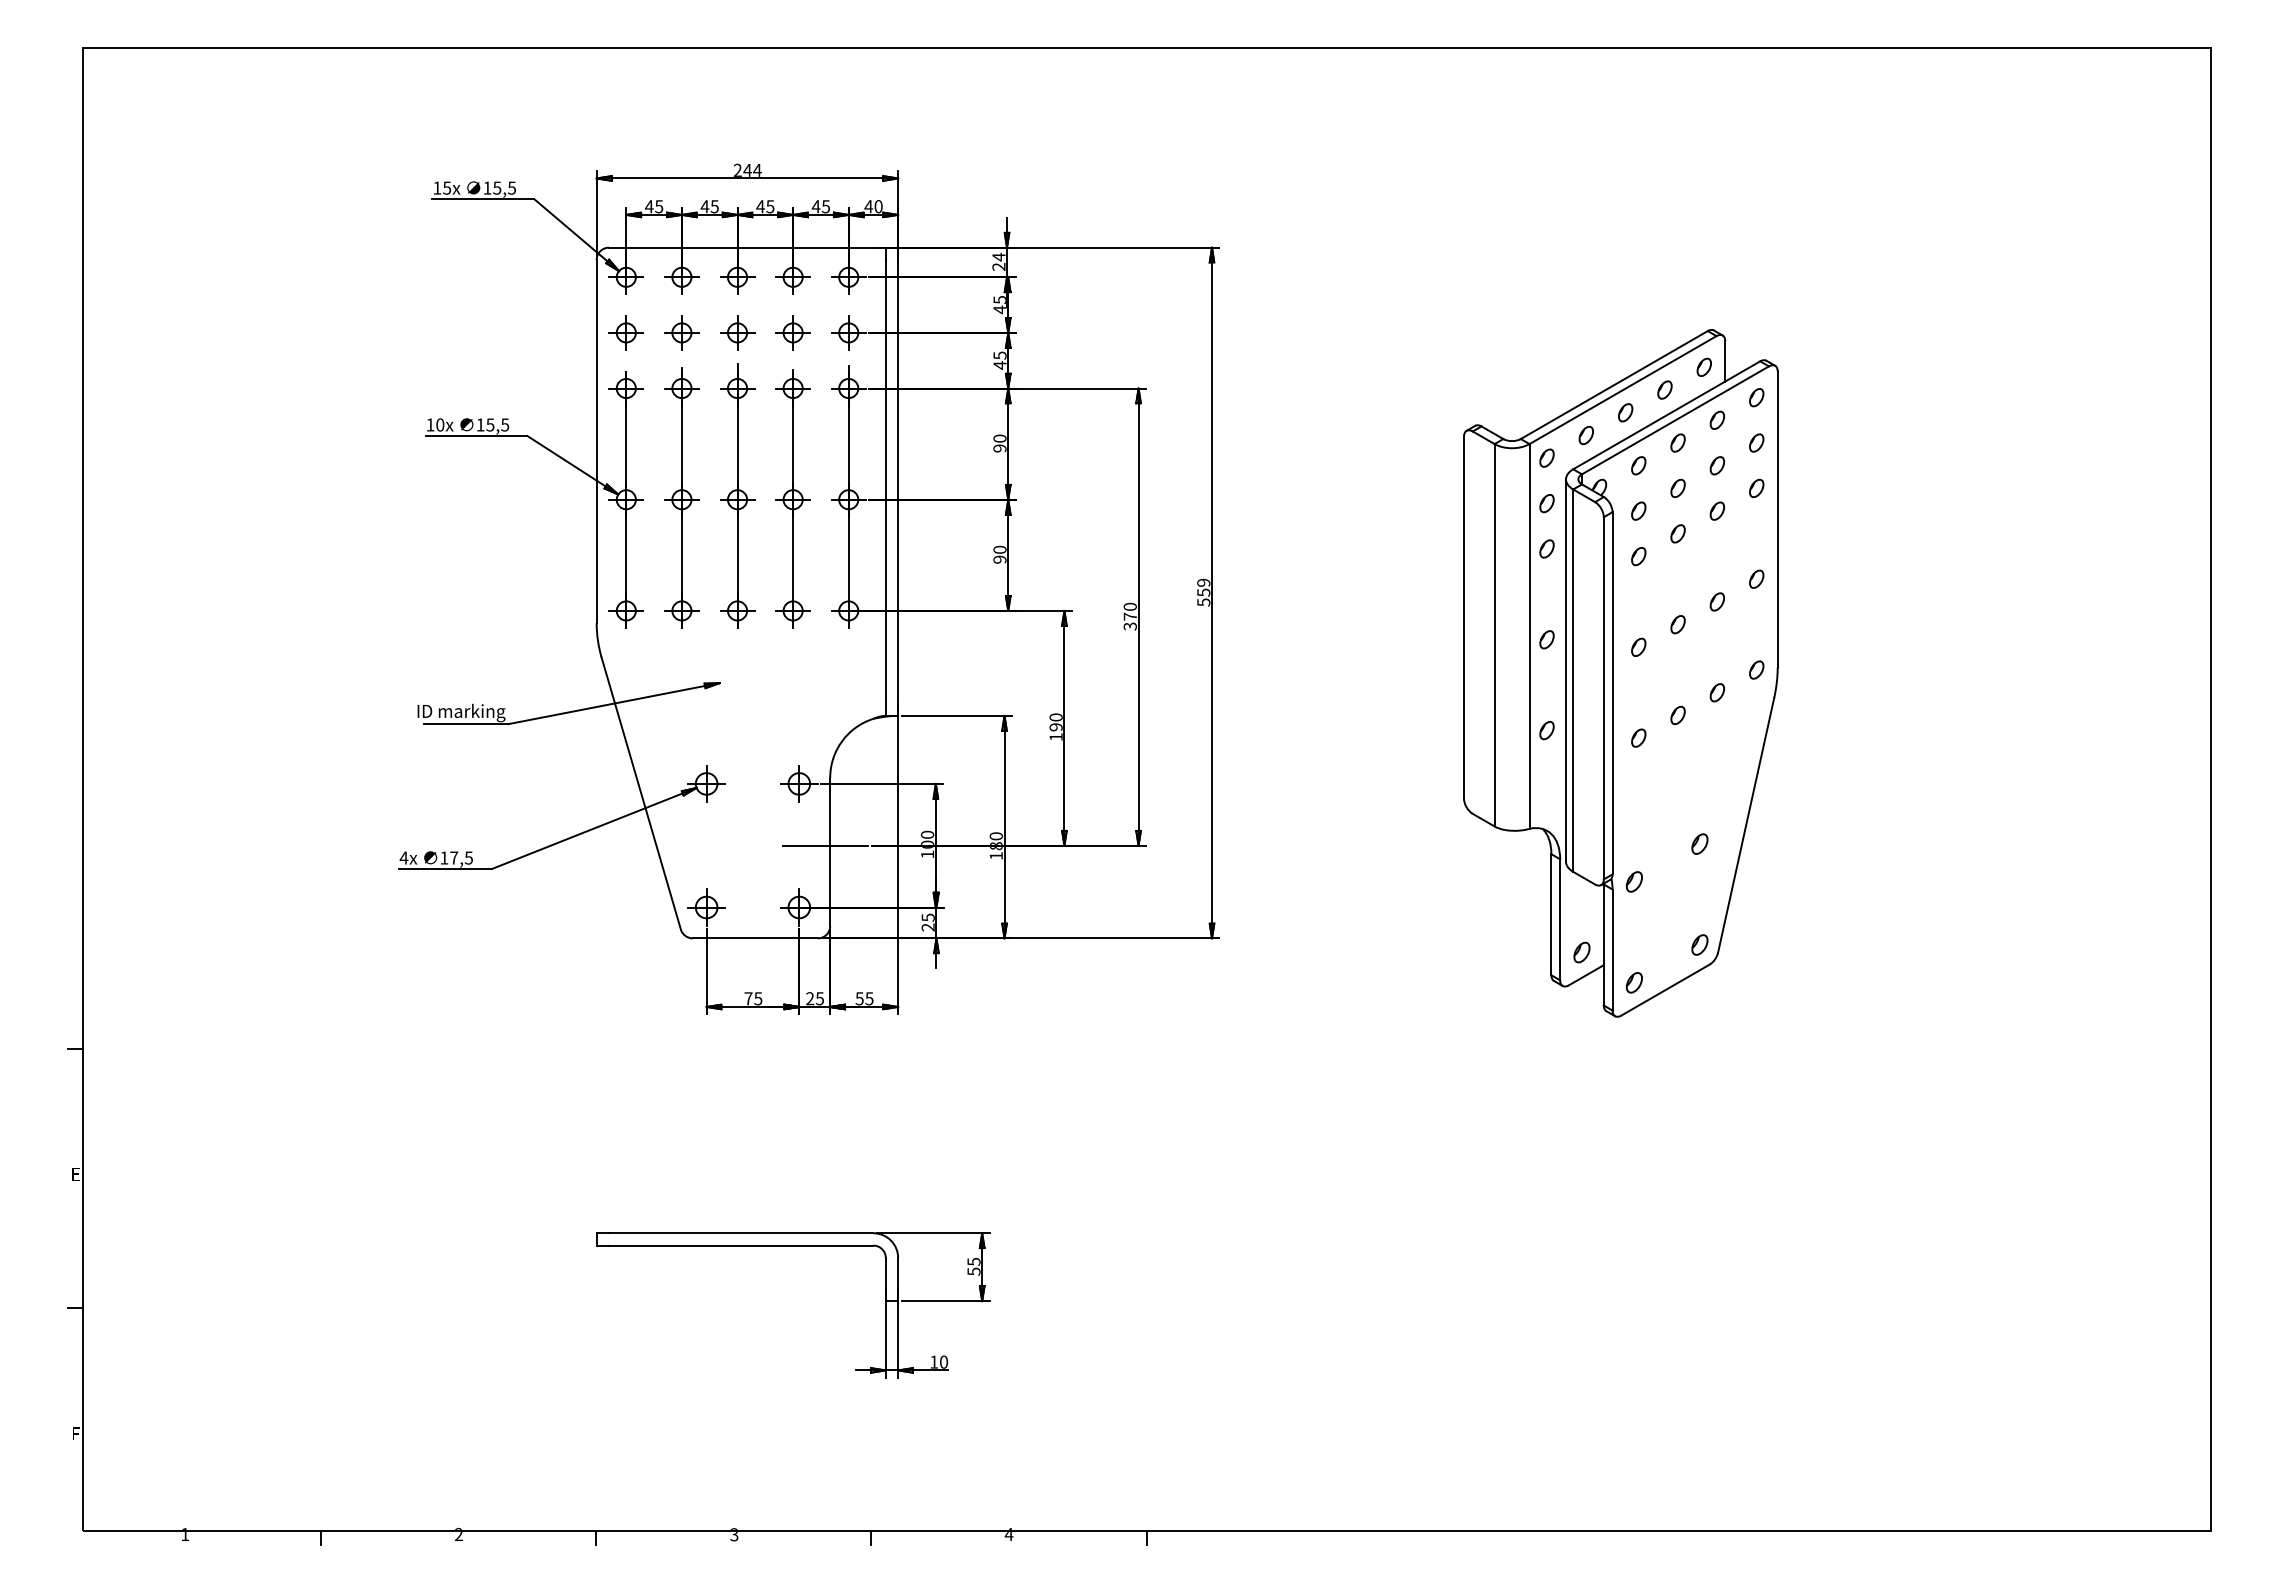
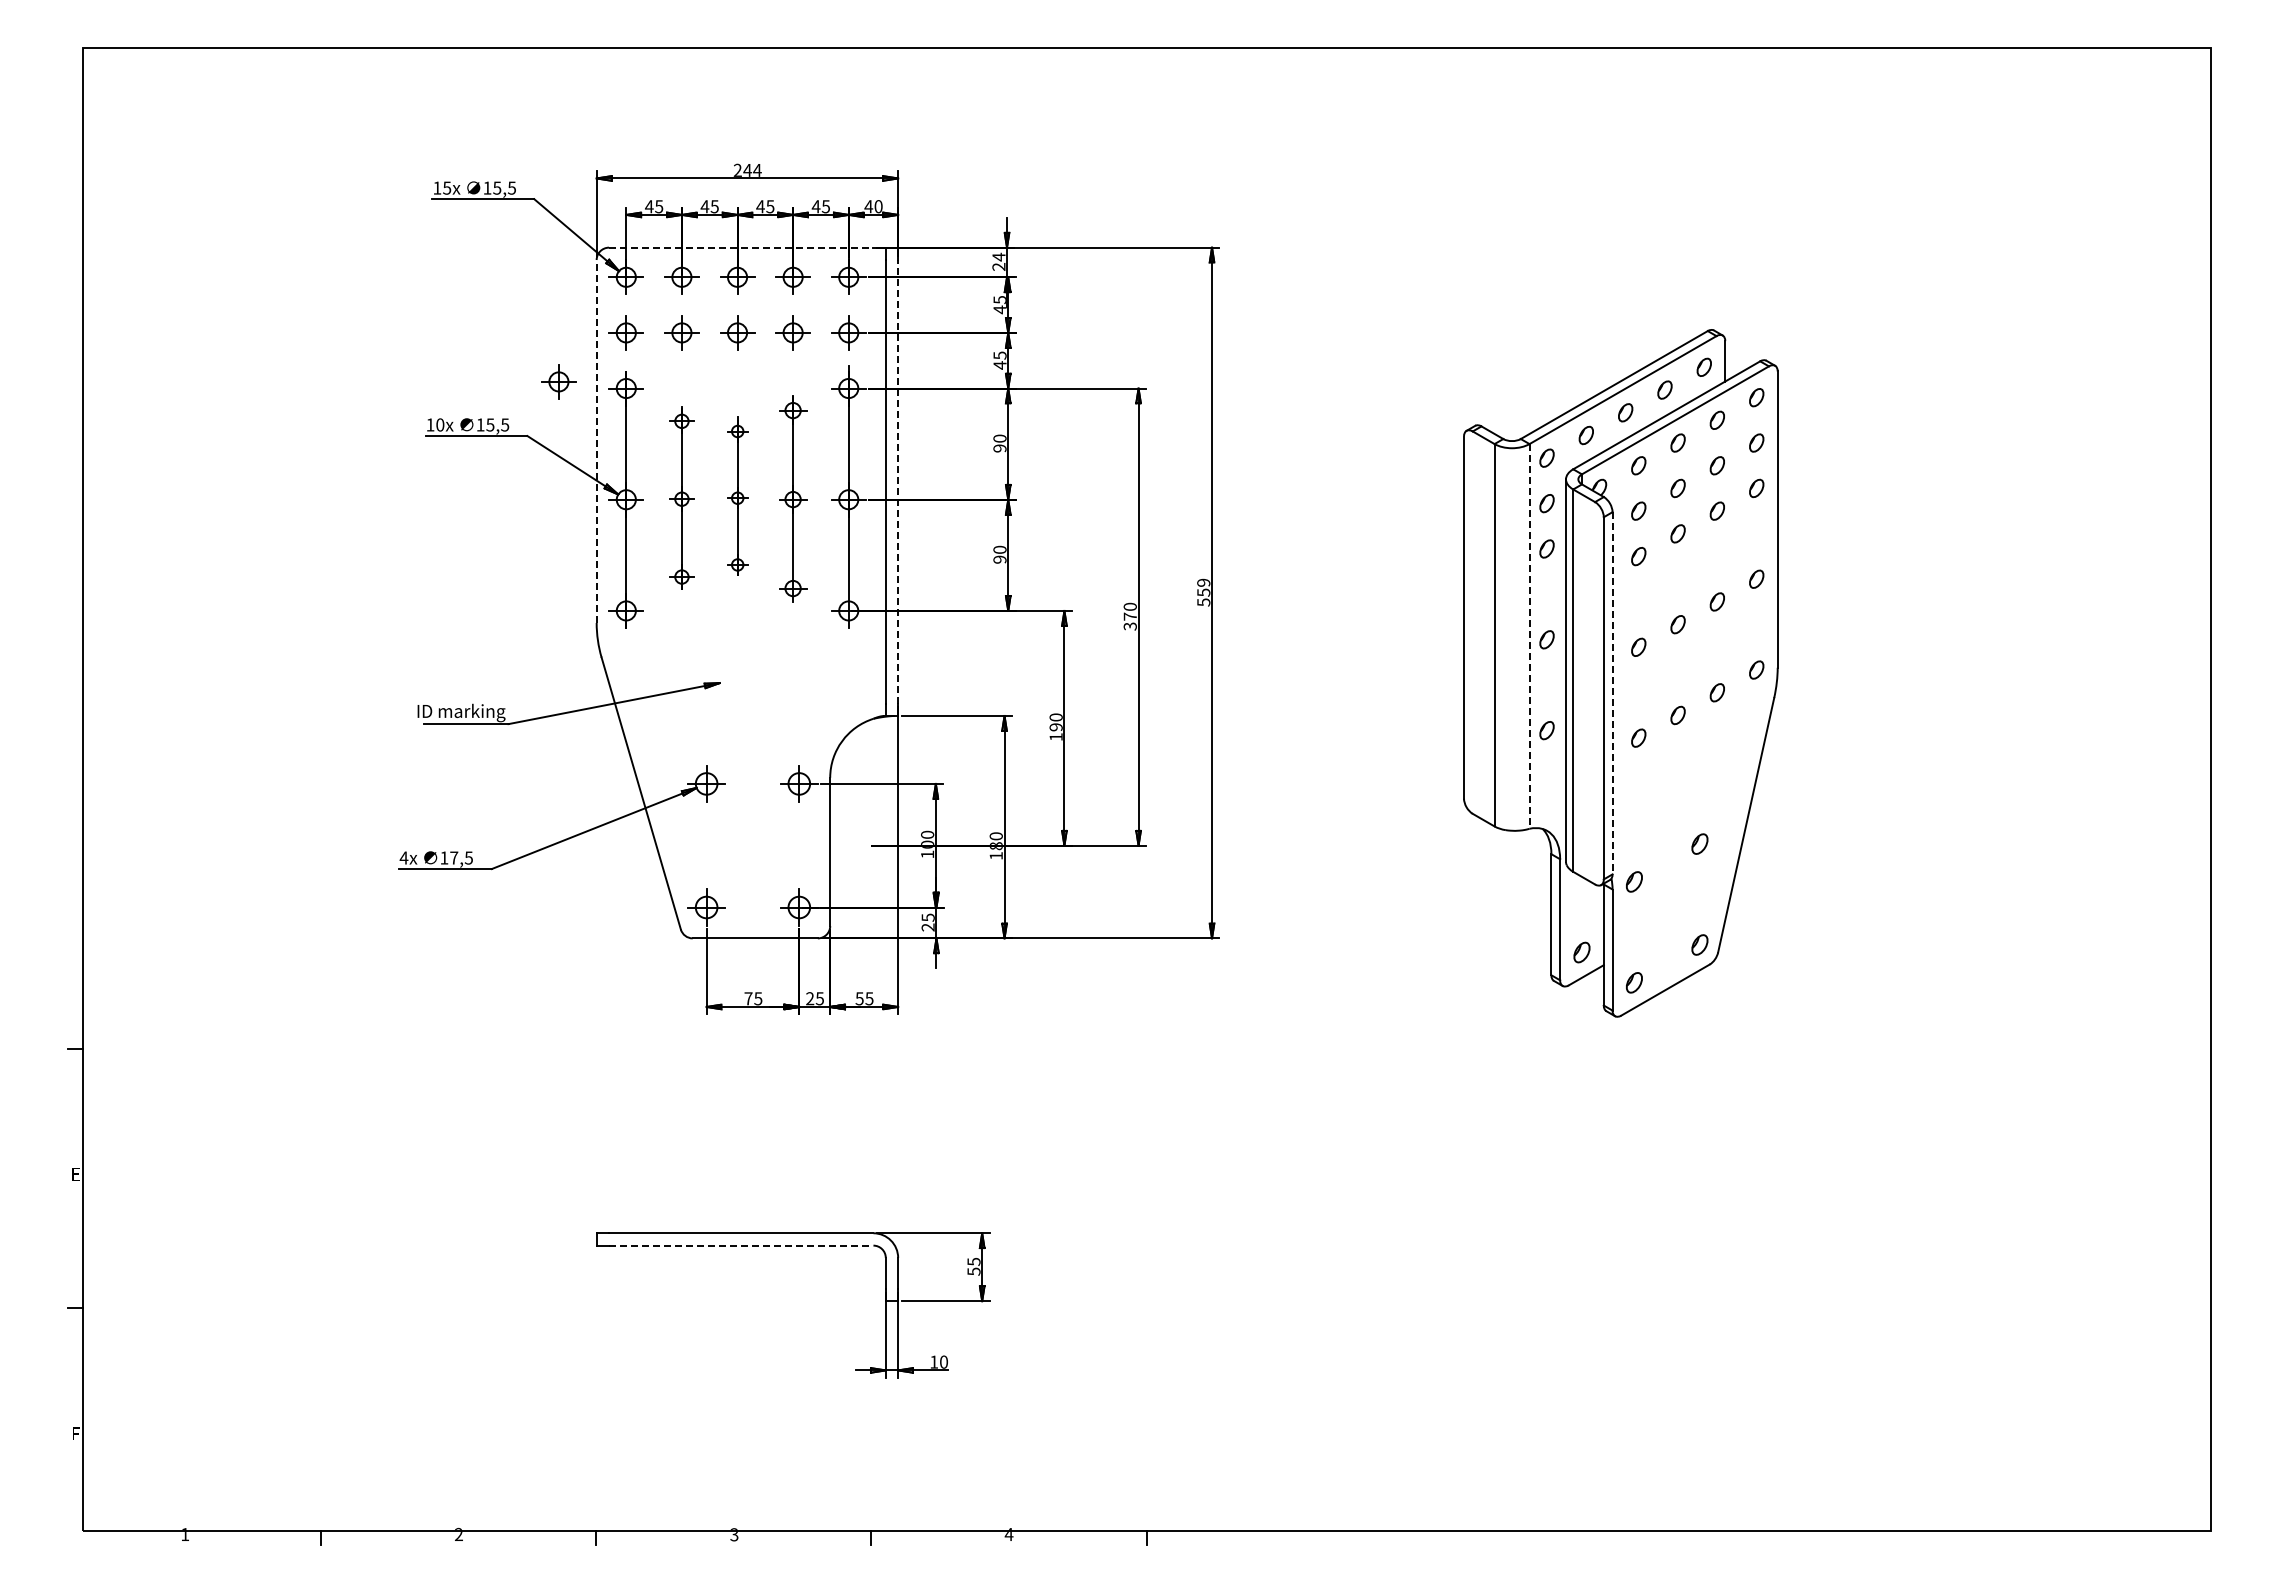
line at (741, 247): solid -> dashed
part at (558, 381): none -> present
line at (596, 440): solid -> dashed
line at (898, 481): solid -> dashed
part at (737, 495) size: 36x266 px -> 22x160 px
part at (681, 497) size: 36x262 px -> 26x184 px
part at (792, 498) size: 36x260 px -> 29x208 px
line at (1529, 636): solid -> dashed
line at (1612, 693): solid -> dashed
line at (825, 845): present -> none
line at (741, 1245): solid -> dashed
